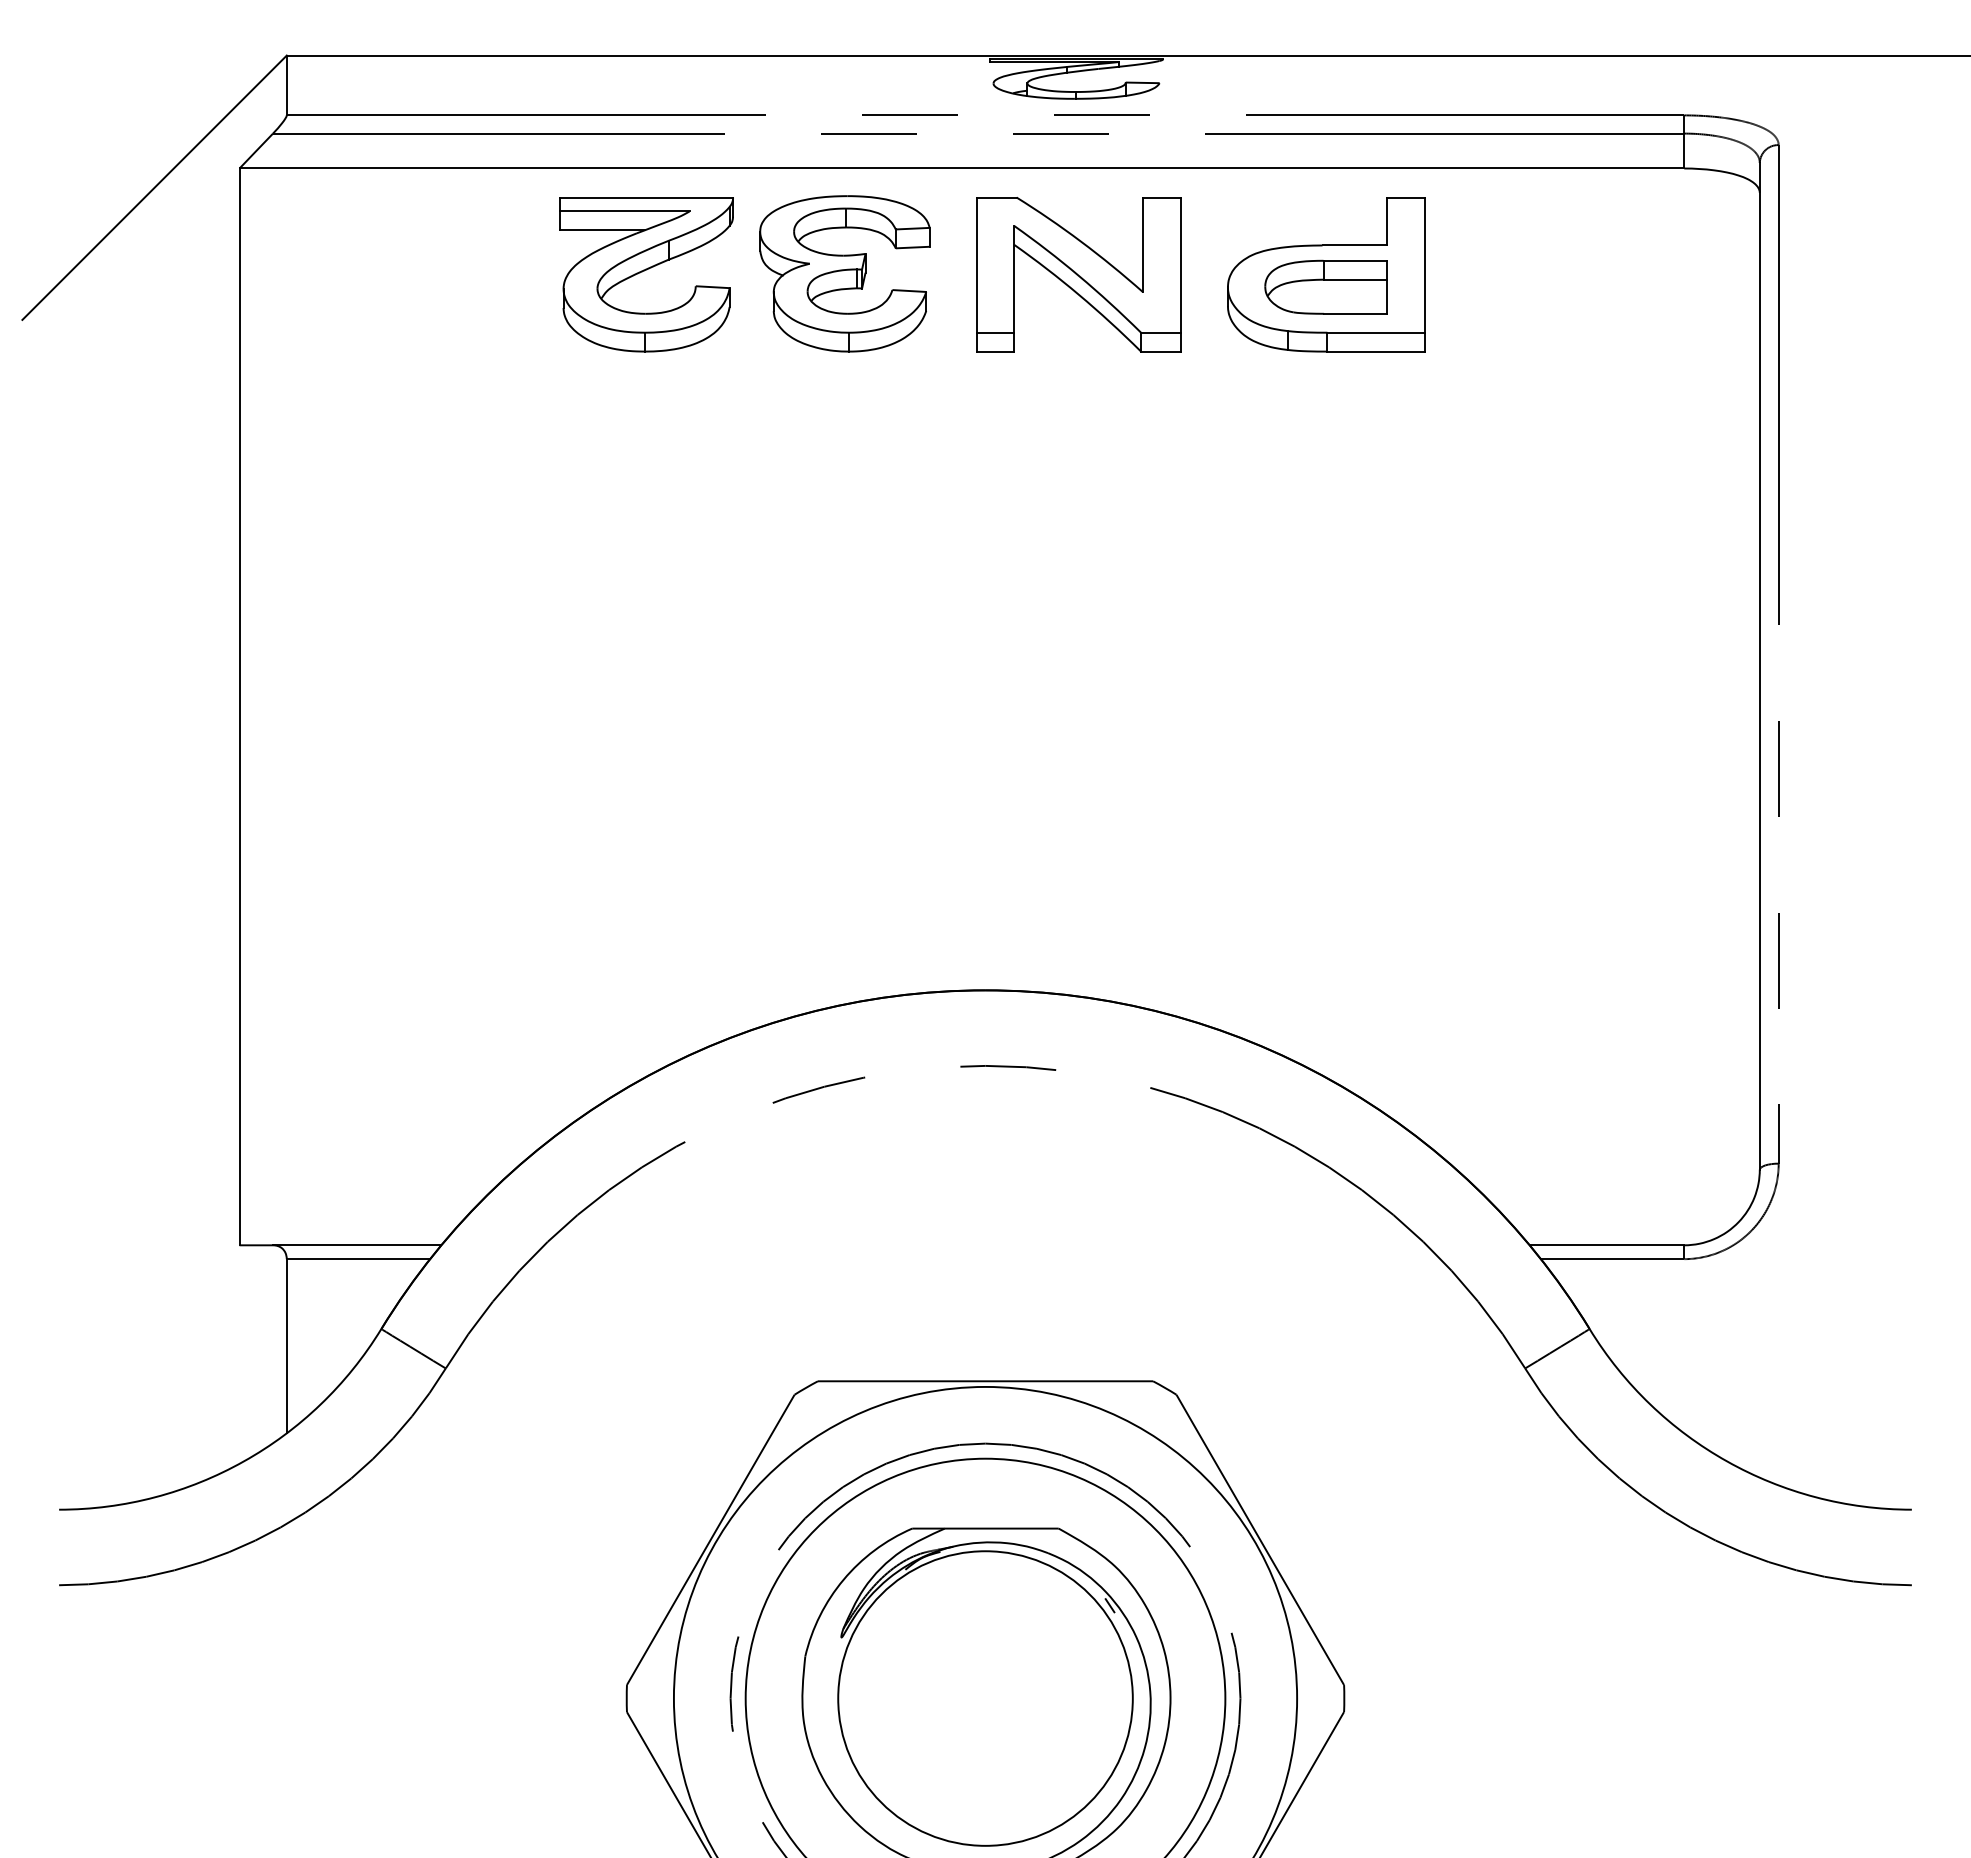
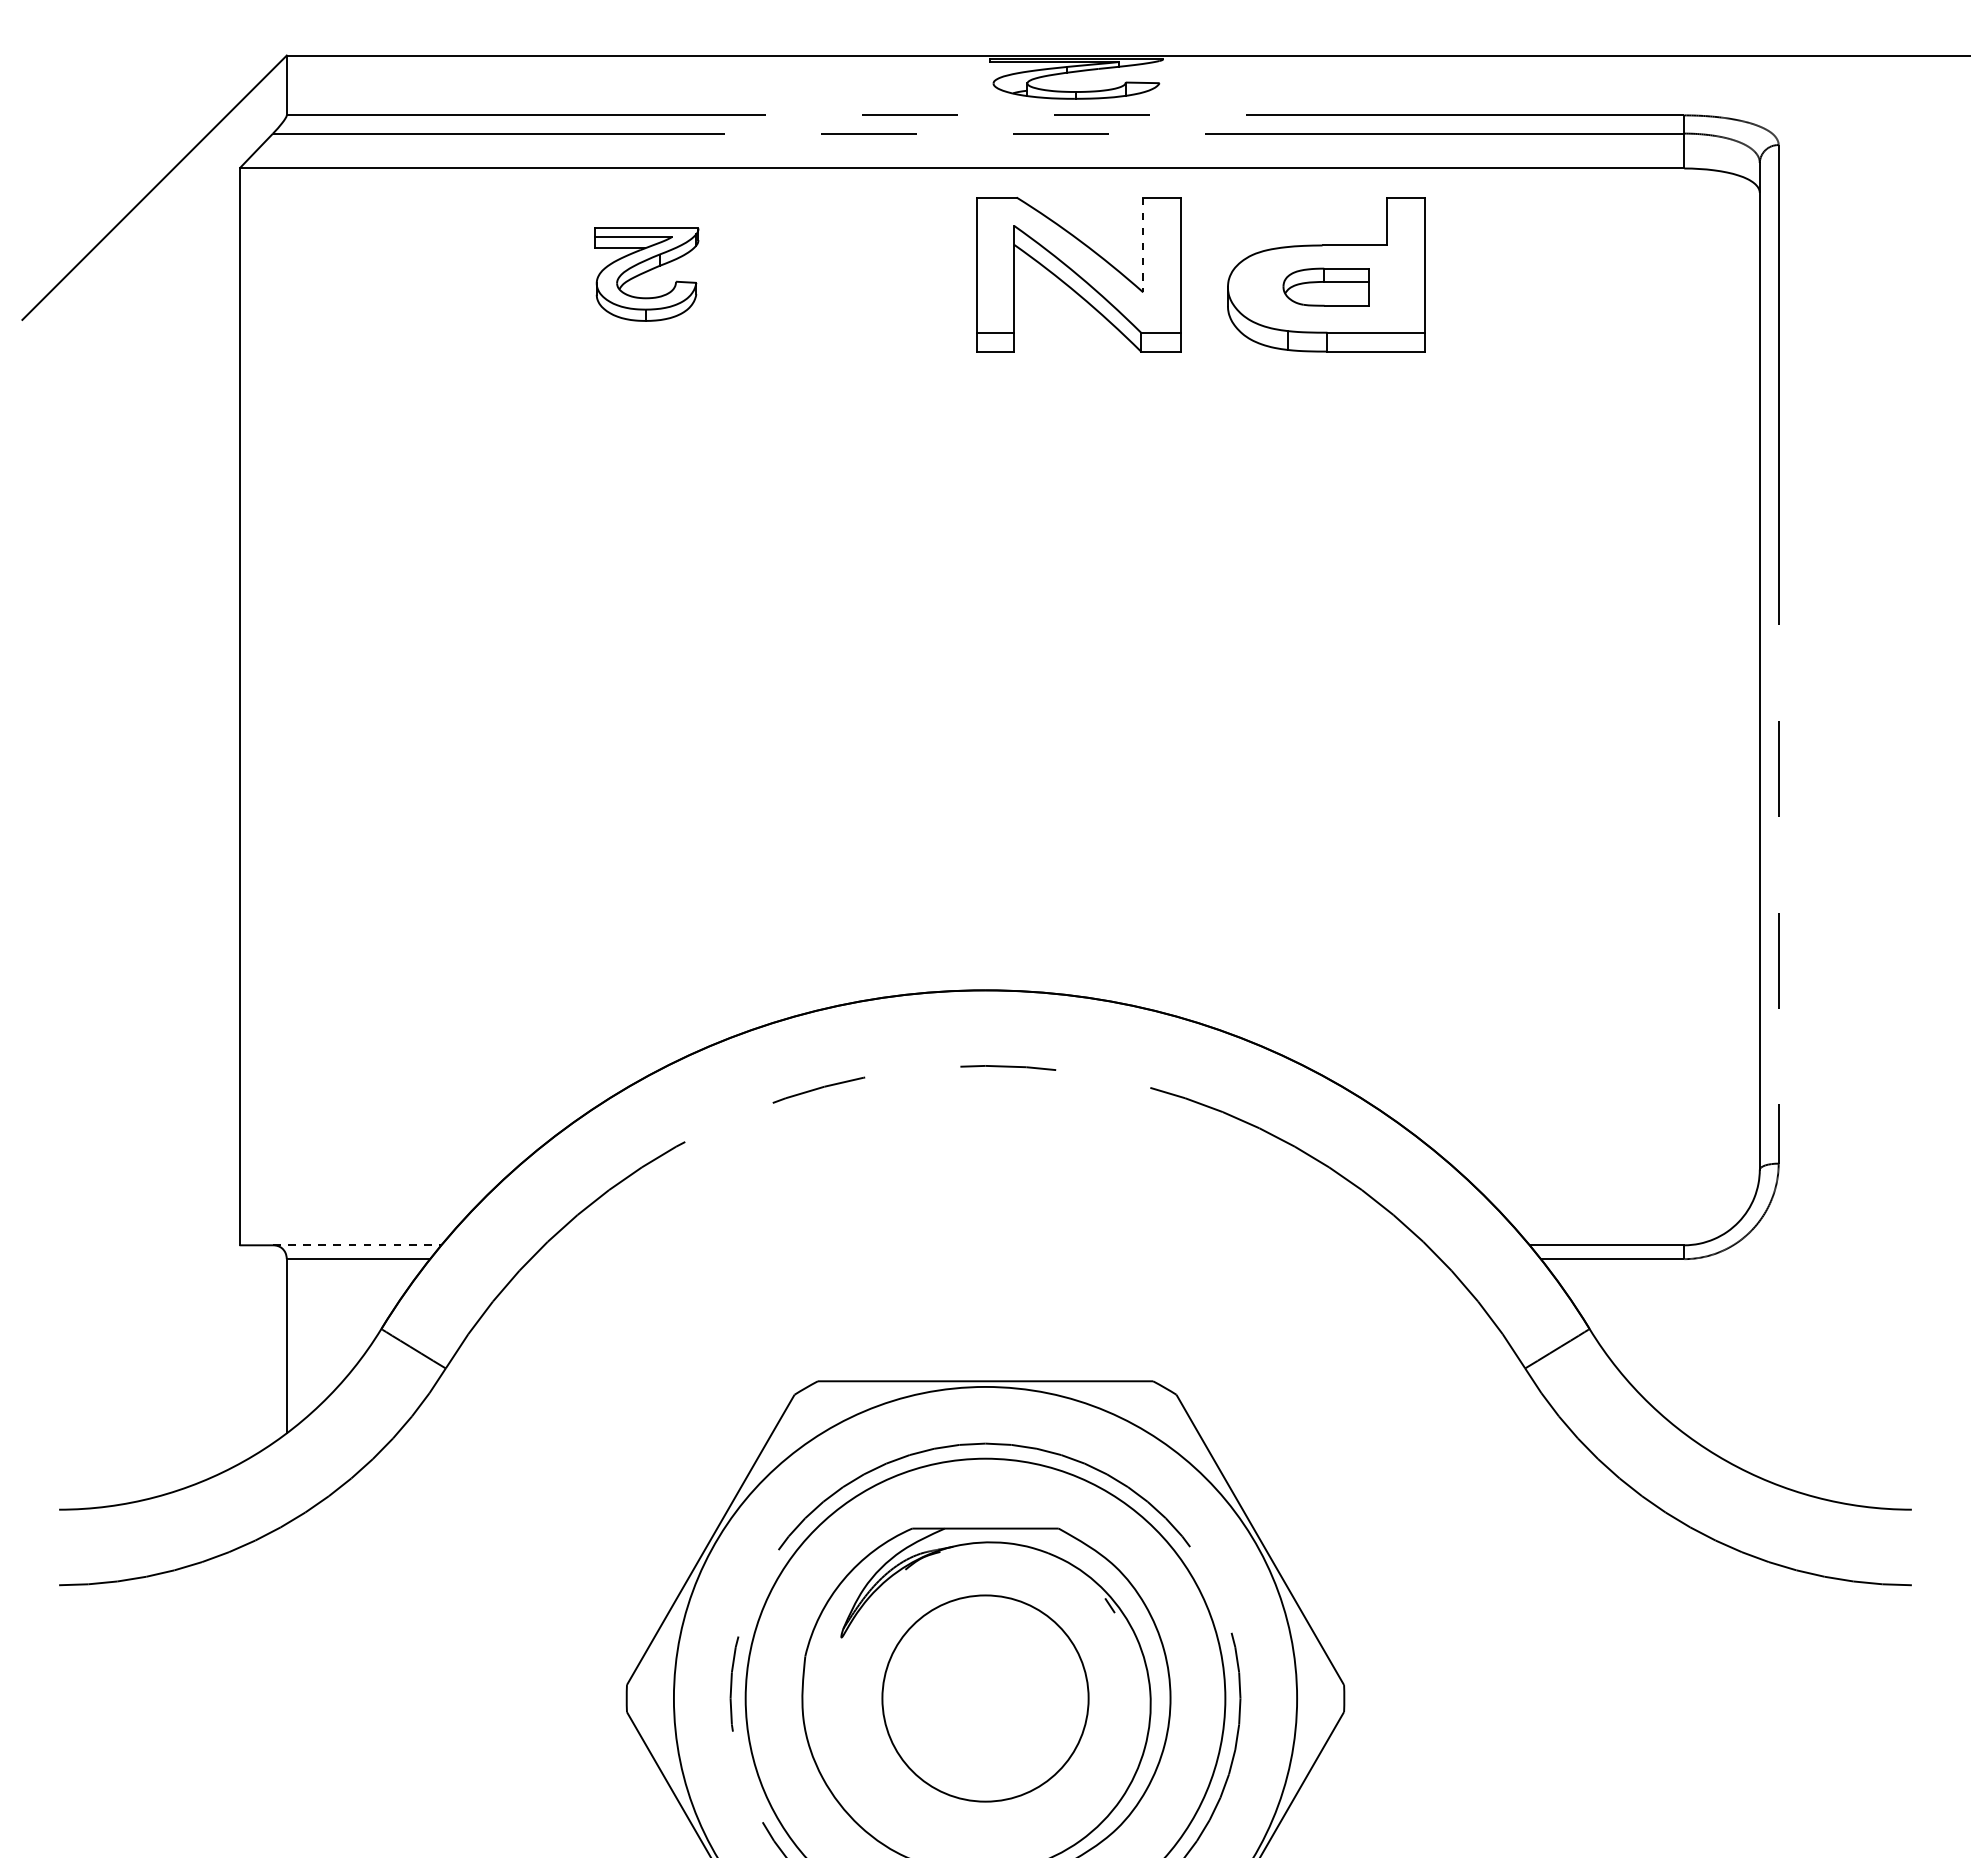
line at (1143, 245): solid -> dashed
part at (844, 273): present -> none
part at (646, 274) size: 175x156 px -> 106x95 px
part at (1325, 286) size: 124x56 px -> 88x40 px
line at (357, 1245): solid -> dashed
circle at (985, 1698) diameter: 295 px -> 206 px
